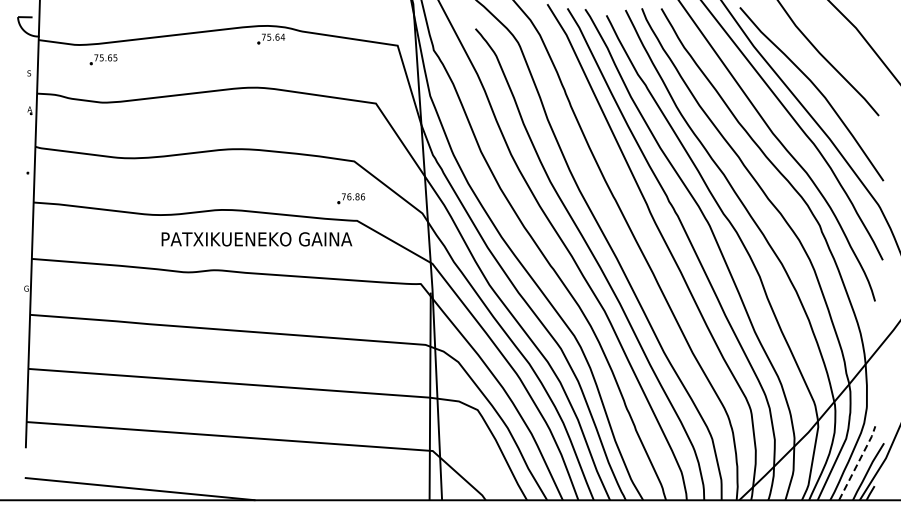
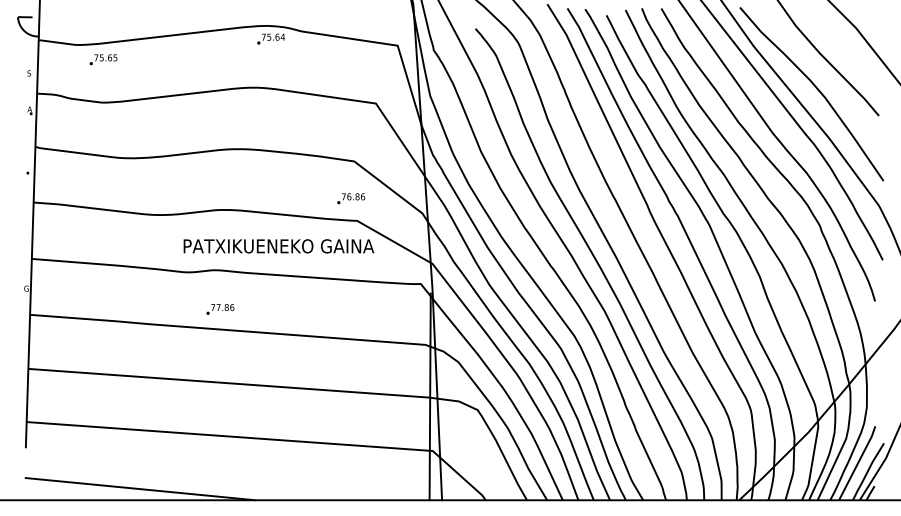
text at (256, 239) position: (256, 239) -> (278, 246)
part at (220, 309): none -> present
line at (858, 462): dashed -> solid
